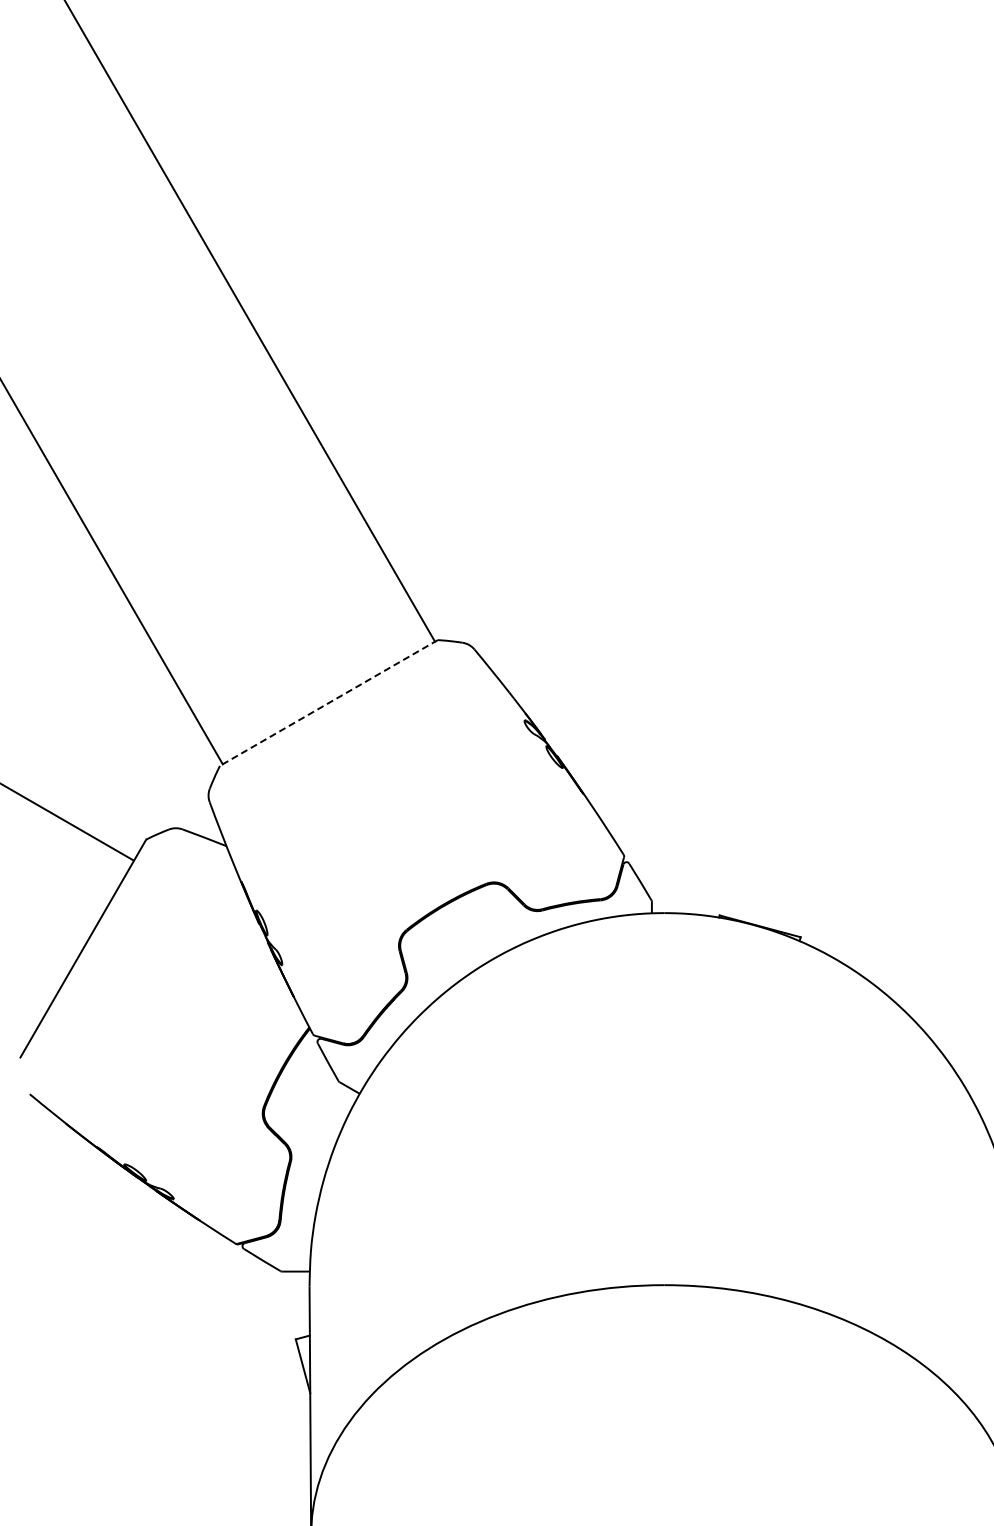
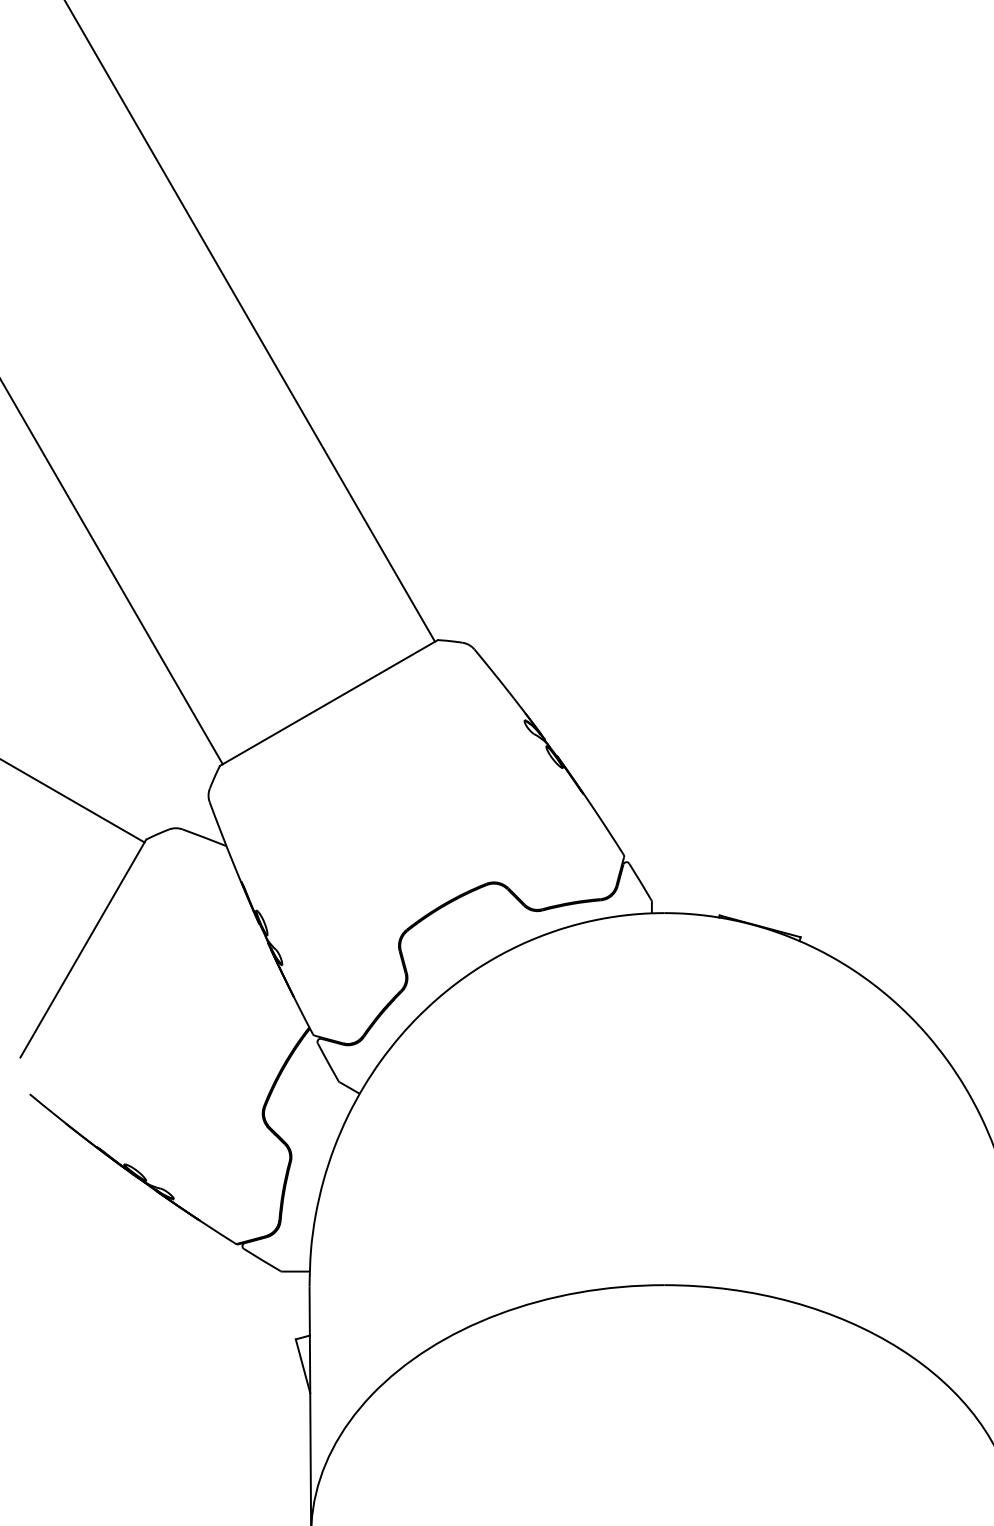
line at (328, 703): dashed -> solid
line at (67, 822) position: (67, 822) -> (73, 801)
